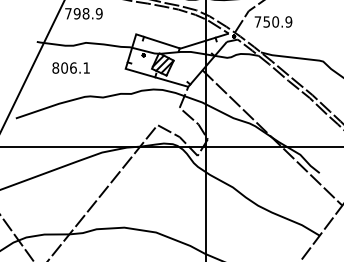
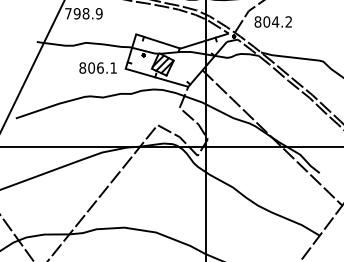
text at (273, 21): 750.9 -> 804.2
text at (70, 67) position: (70, 67) -> (97, 67)
